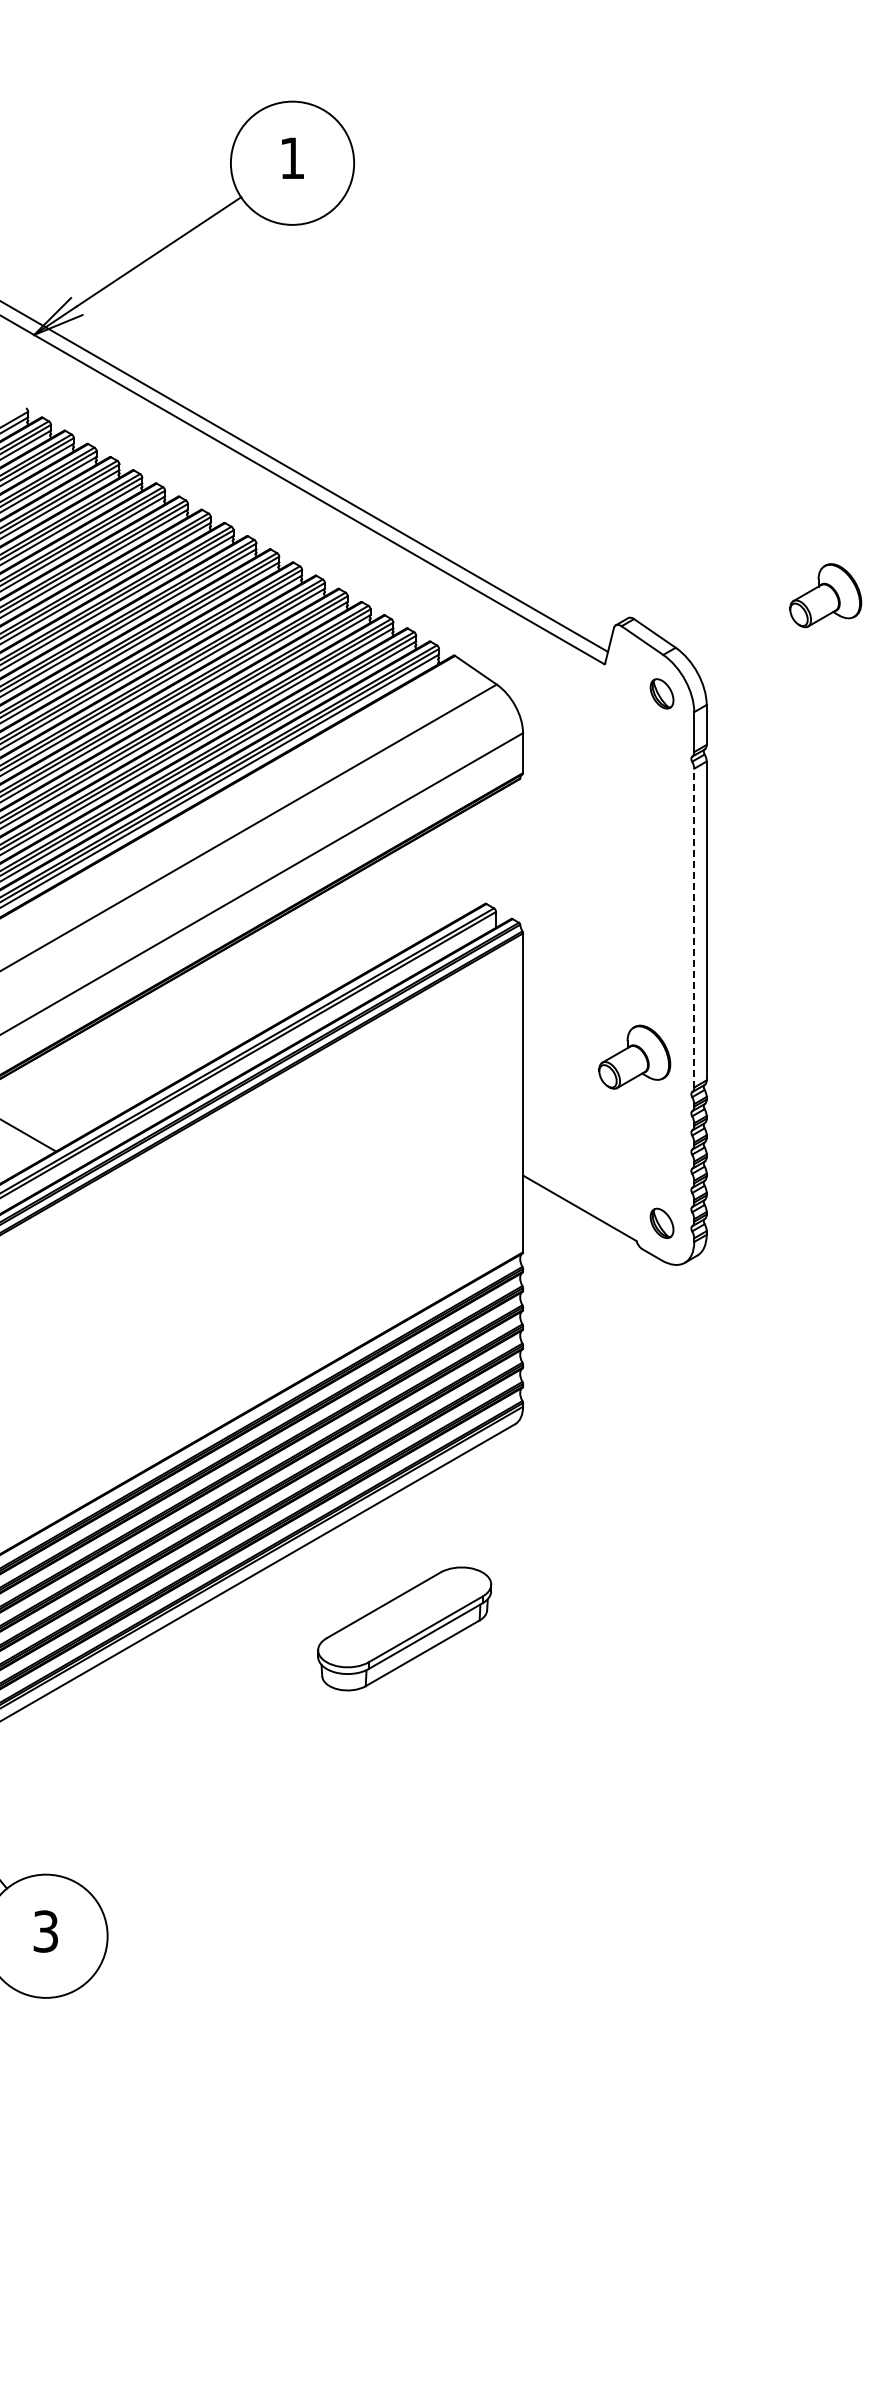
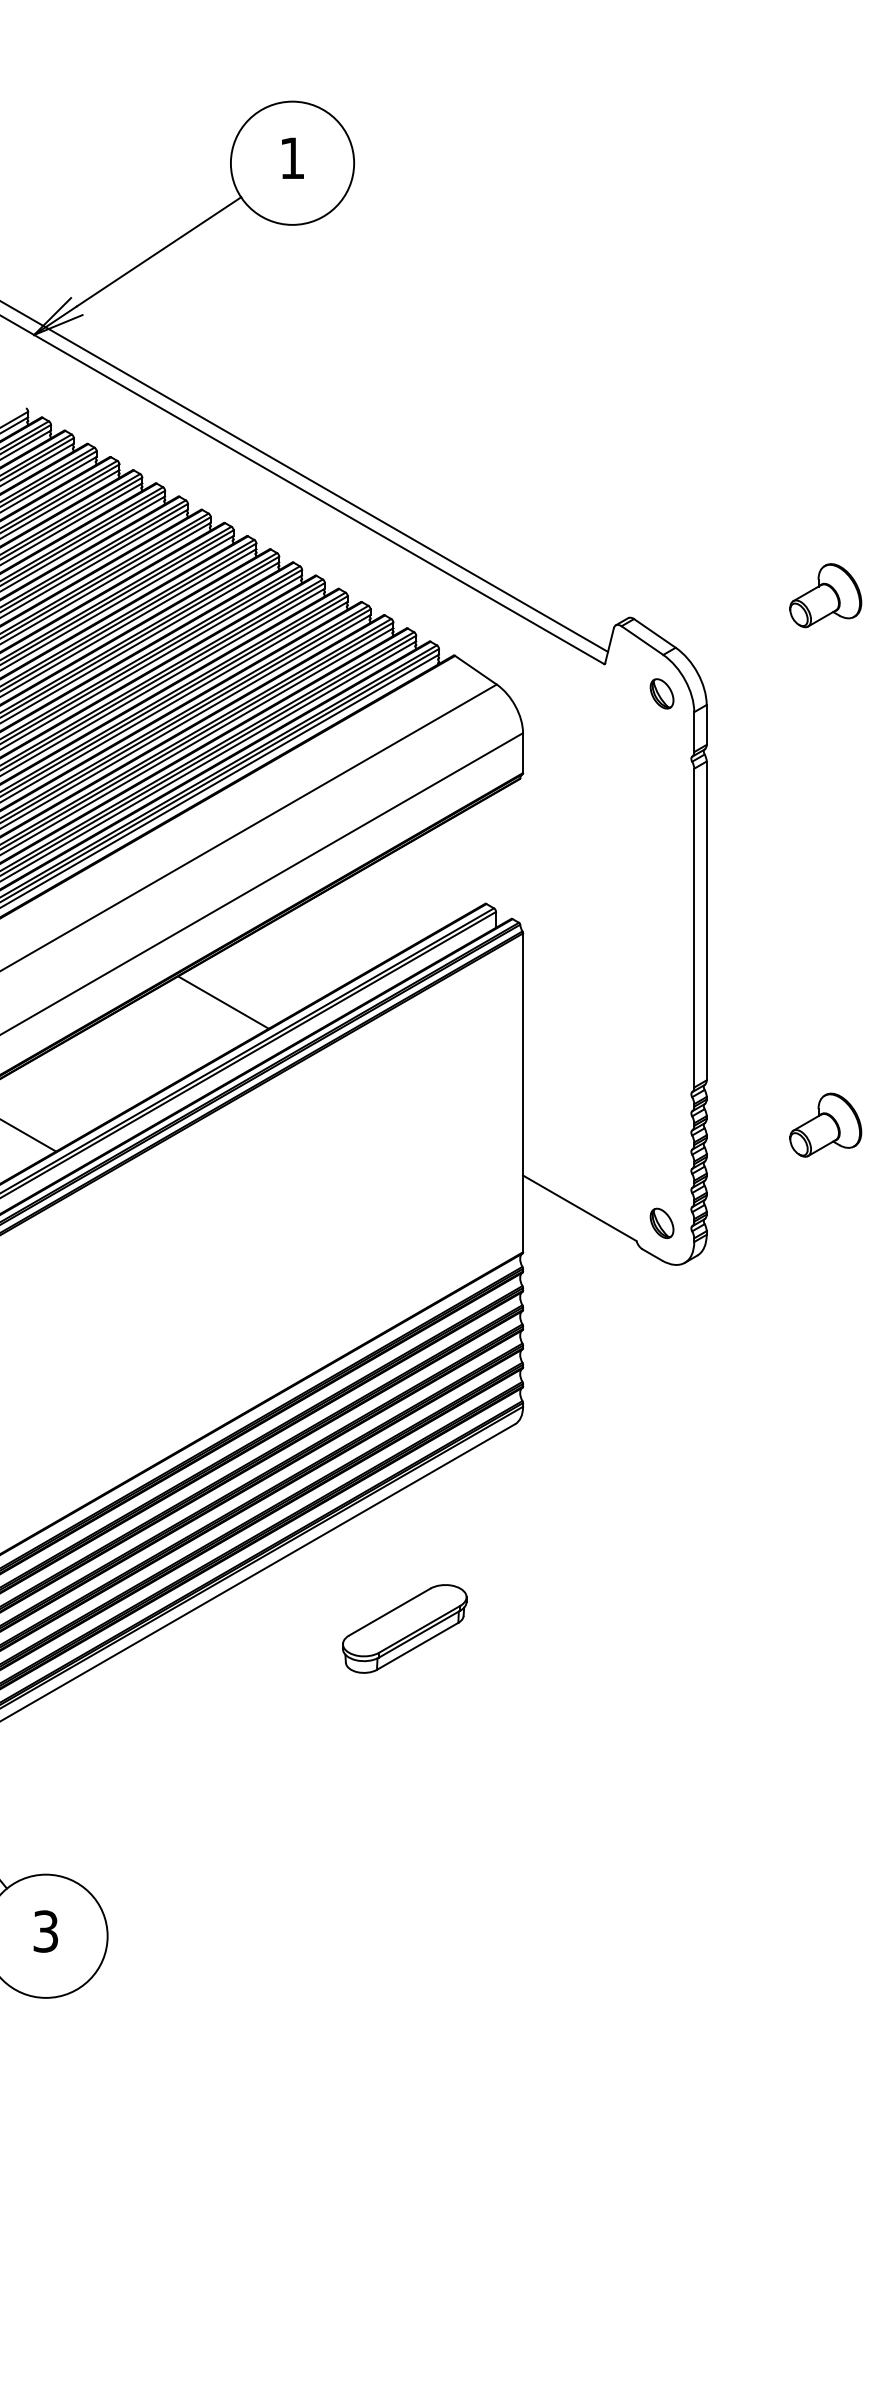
line at (694, 927): dashed -> solid
line at (223, 1002): none -> present
part at (634, 1056) position: (634, 1056) -> (825, 1124)
part at (404, 1628) size: 176x126 px -> 126x90 px
